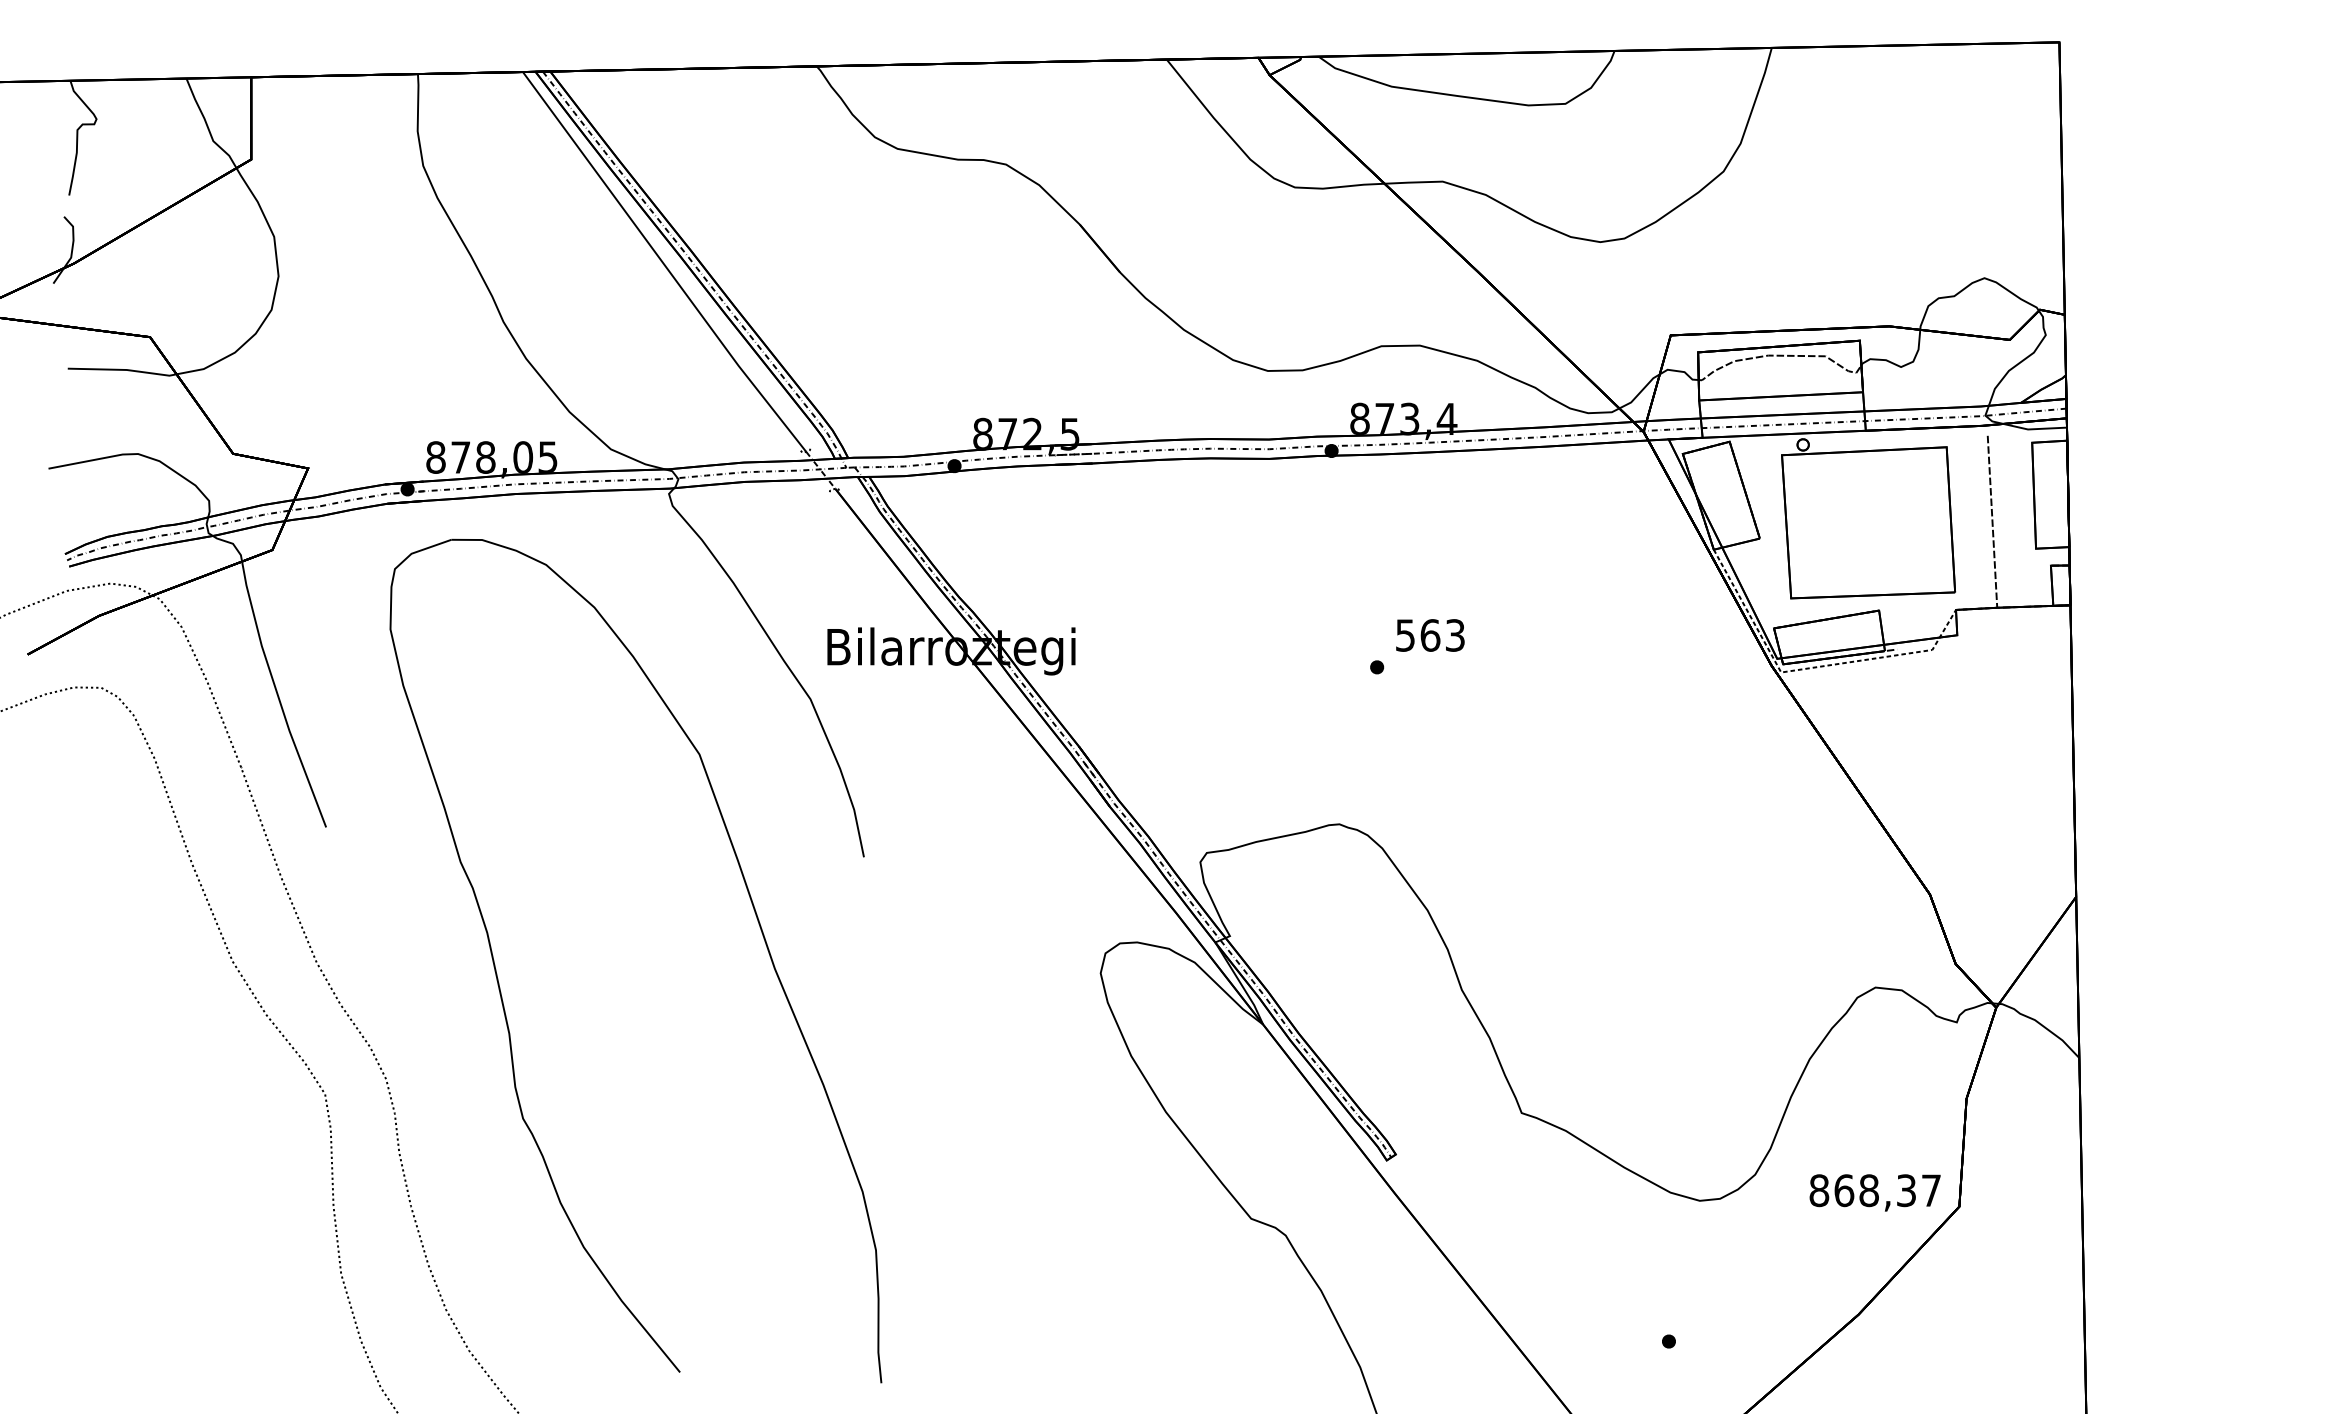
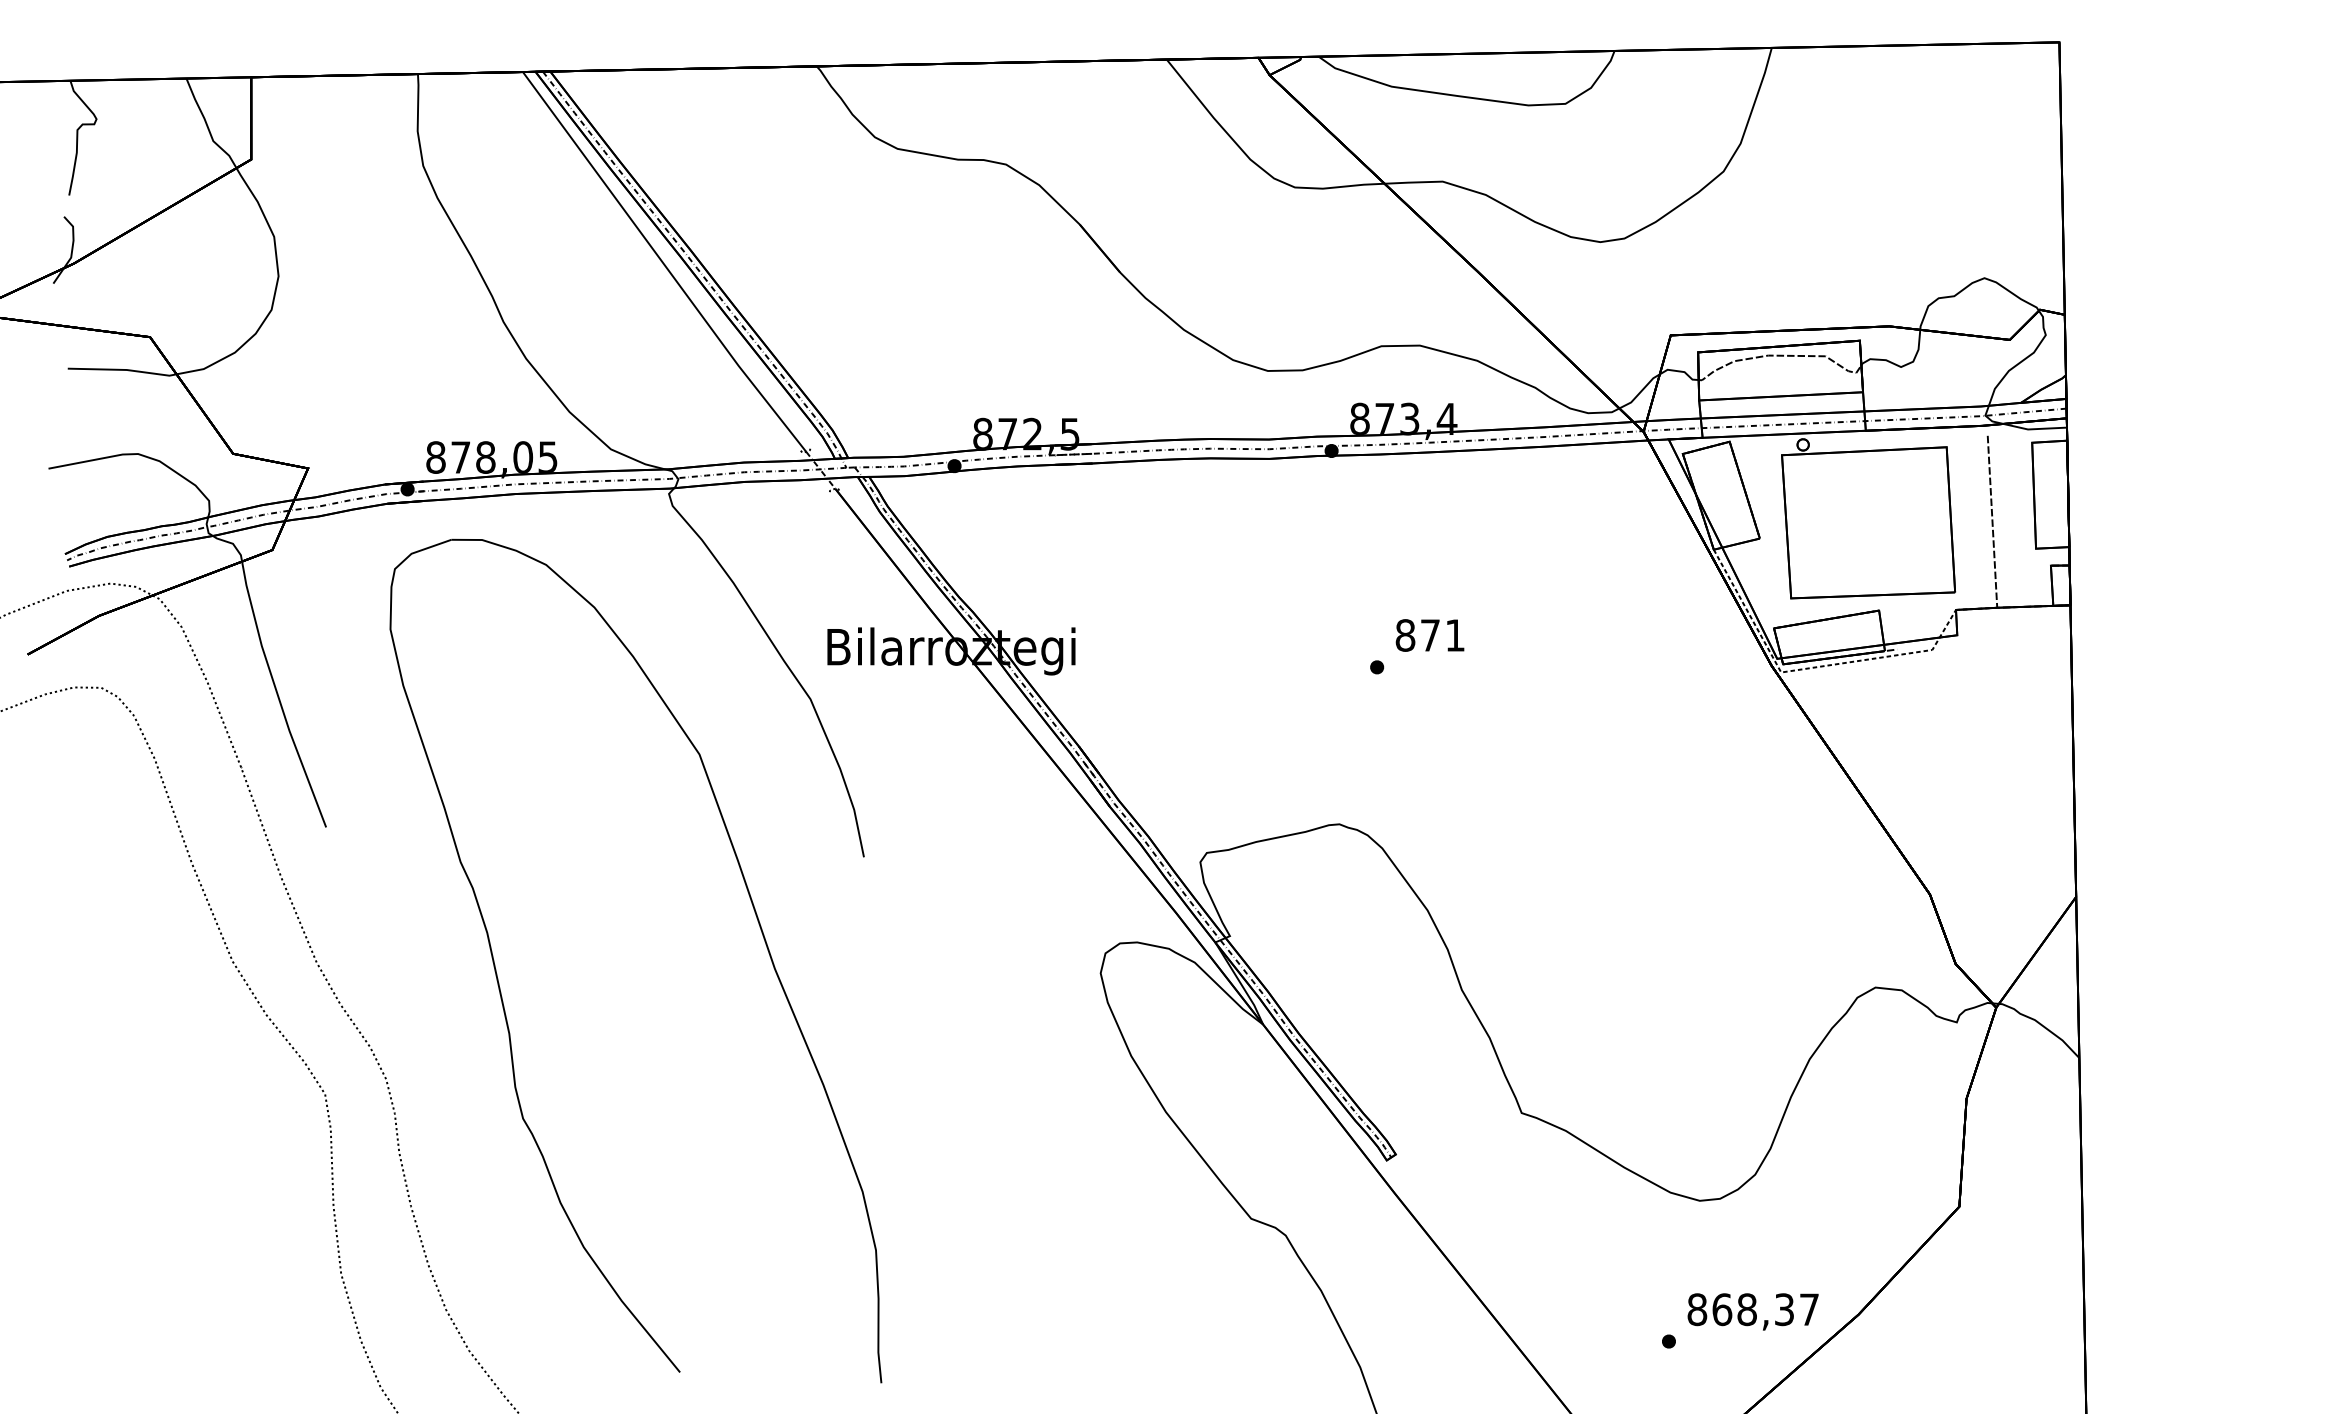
text at (1429, 635): 563 -> 871
text at (1874, 1192) position: (1874, 1192) -> (1752, 1311)
